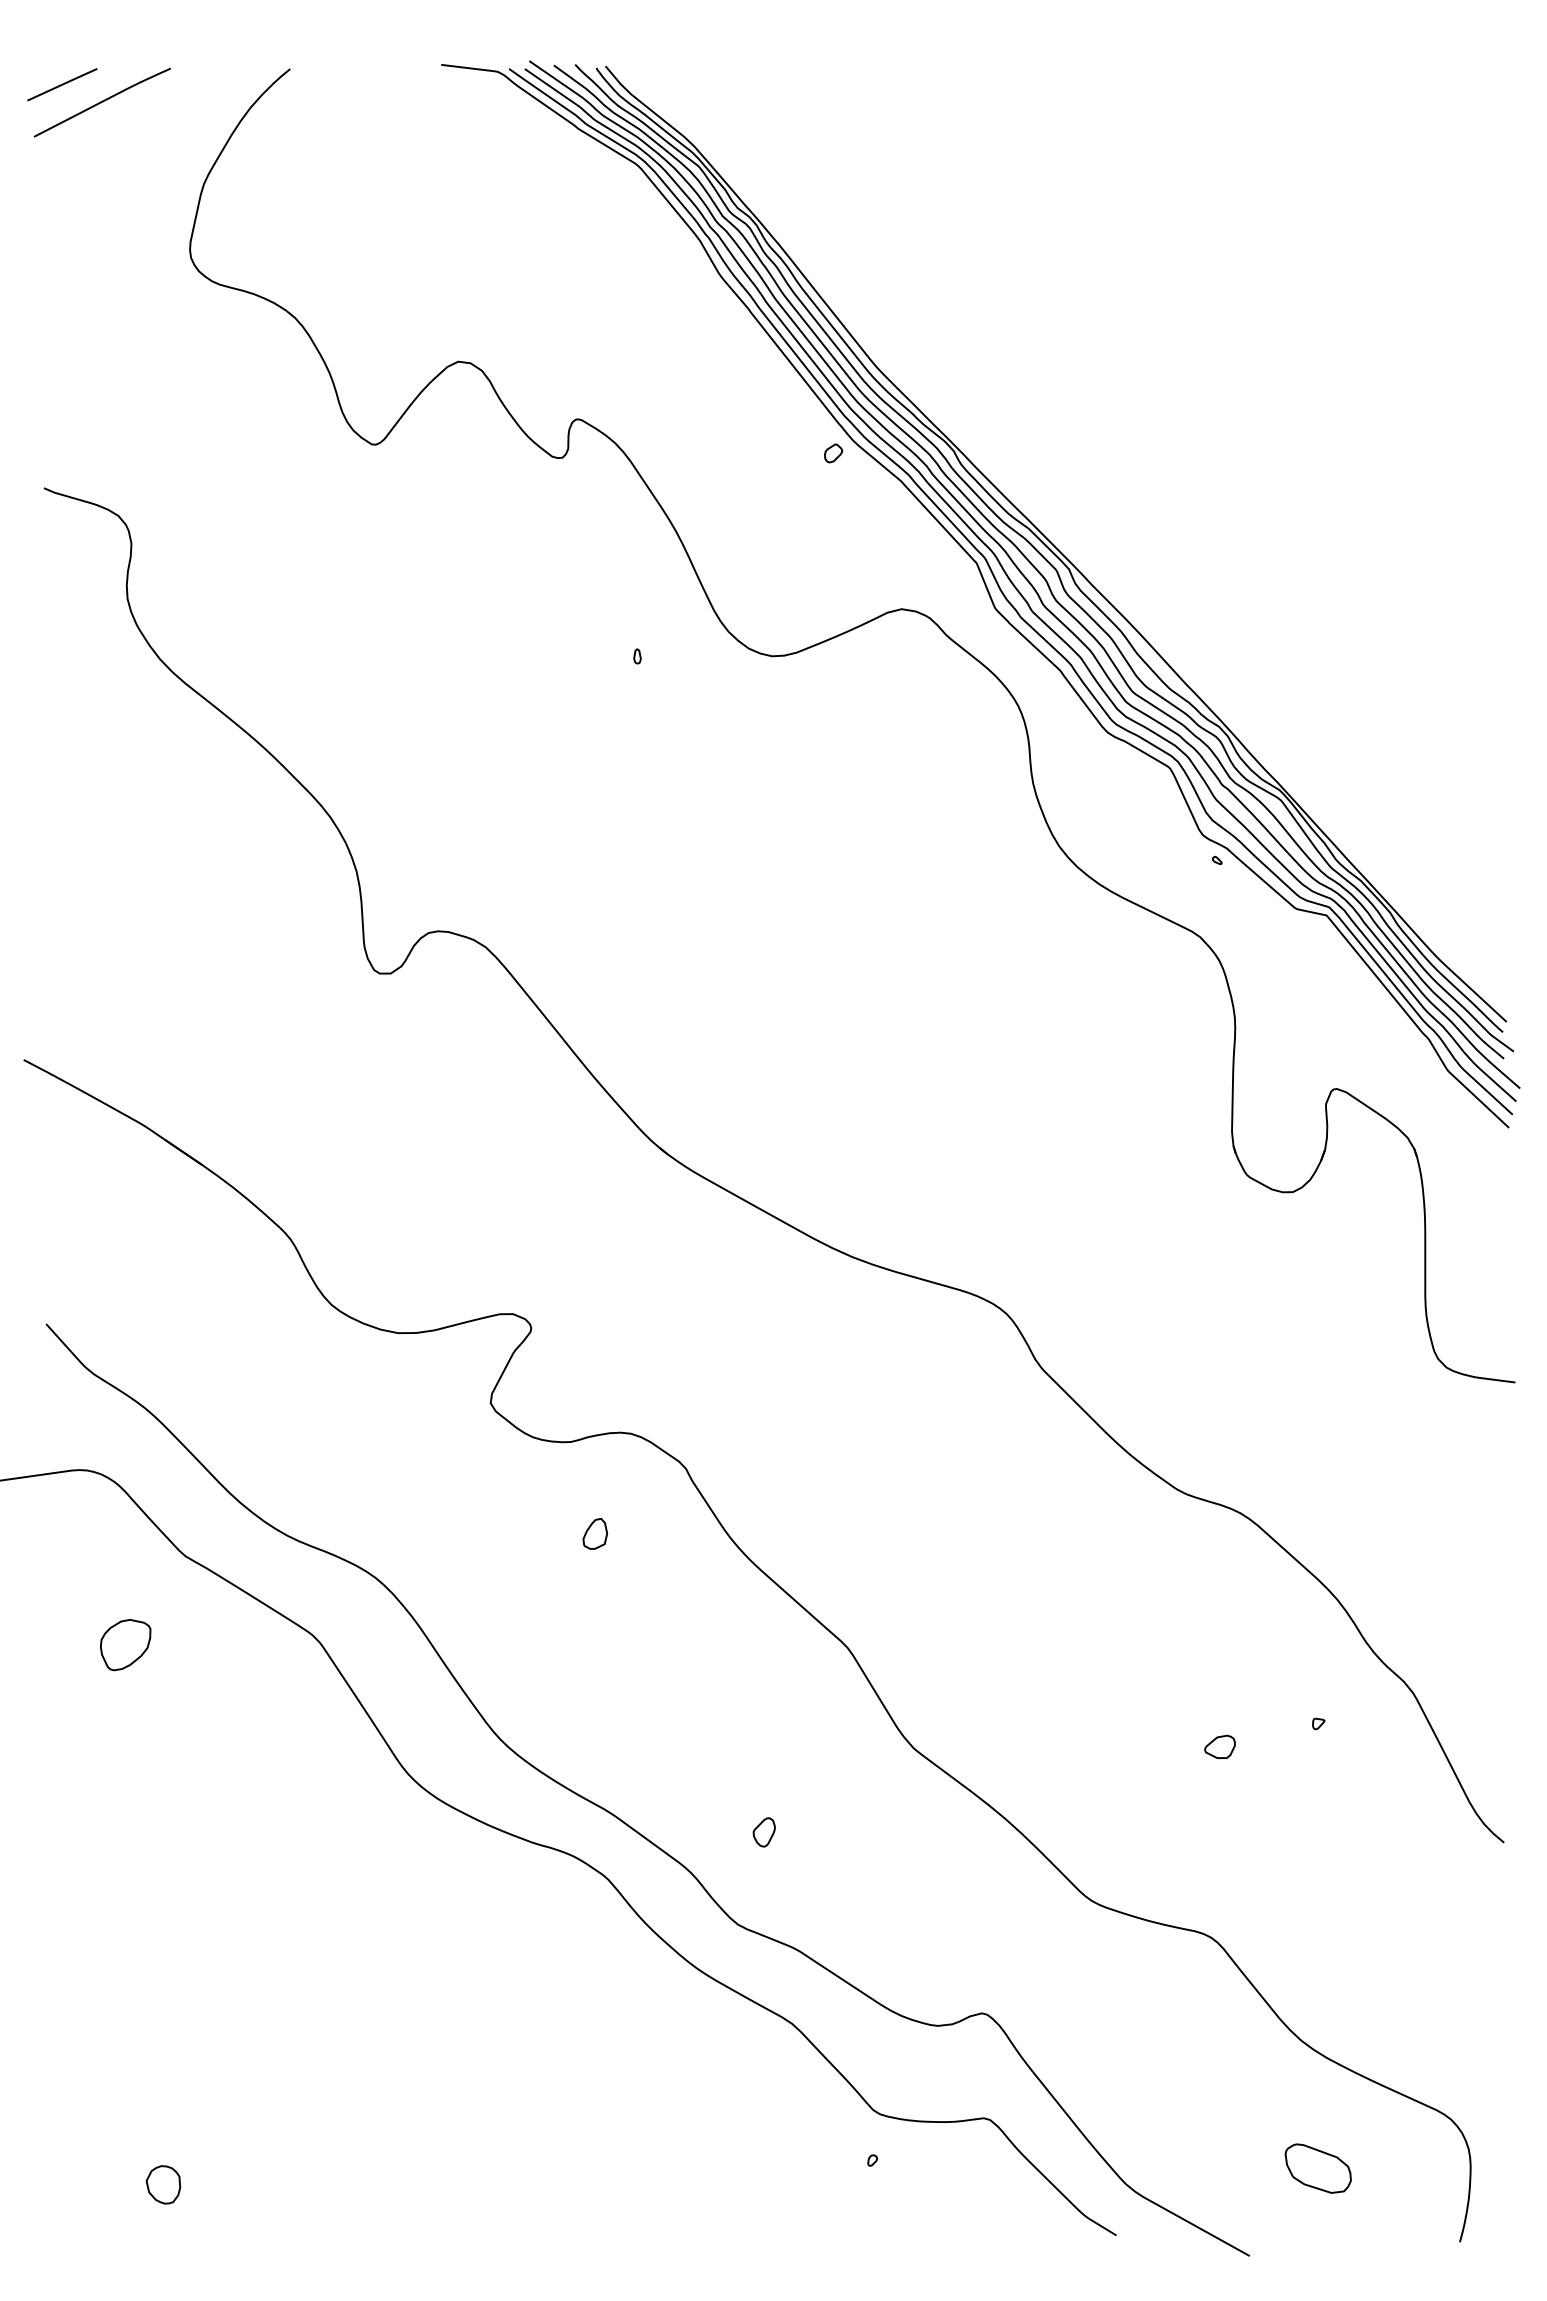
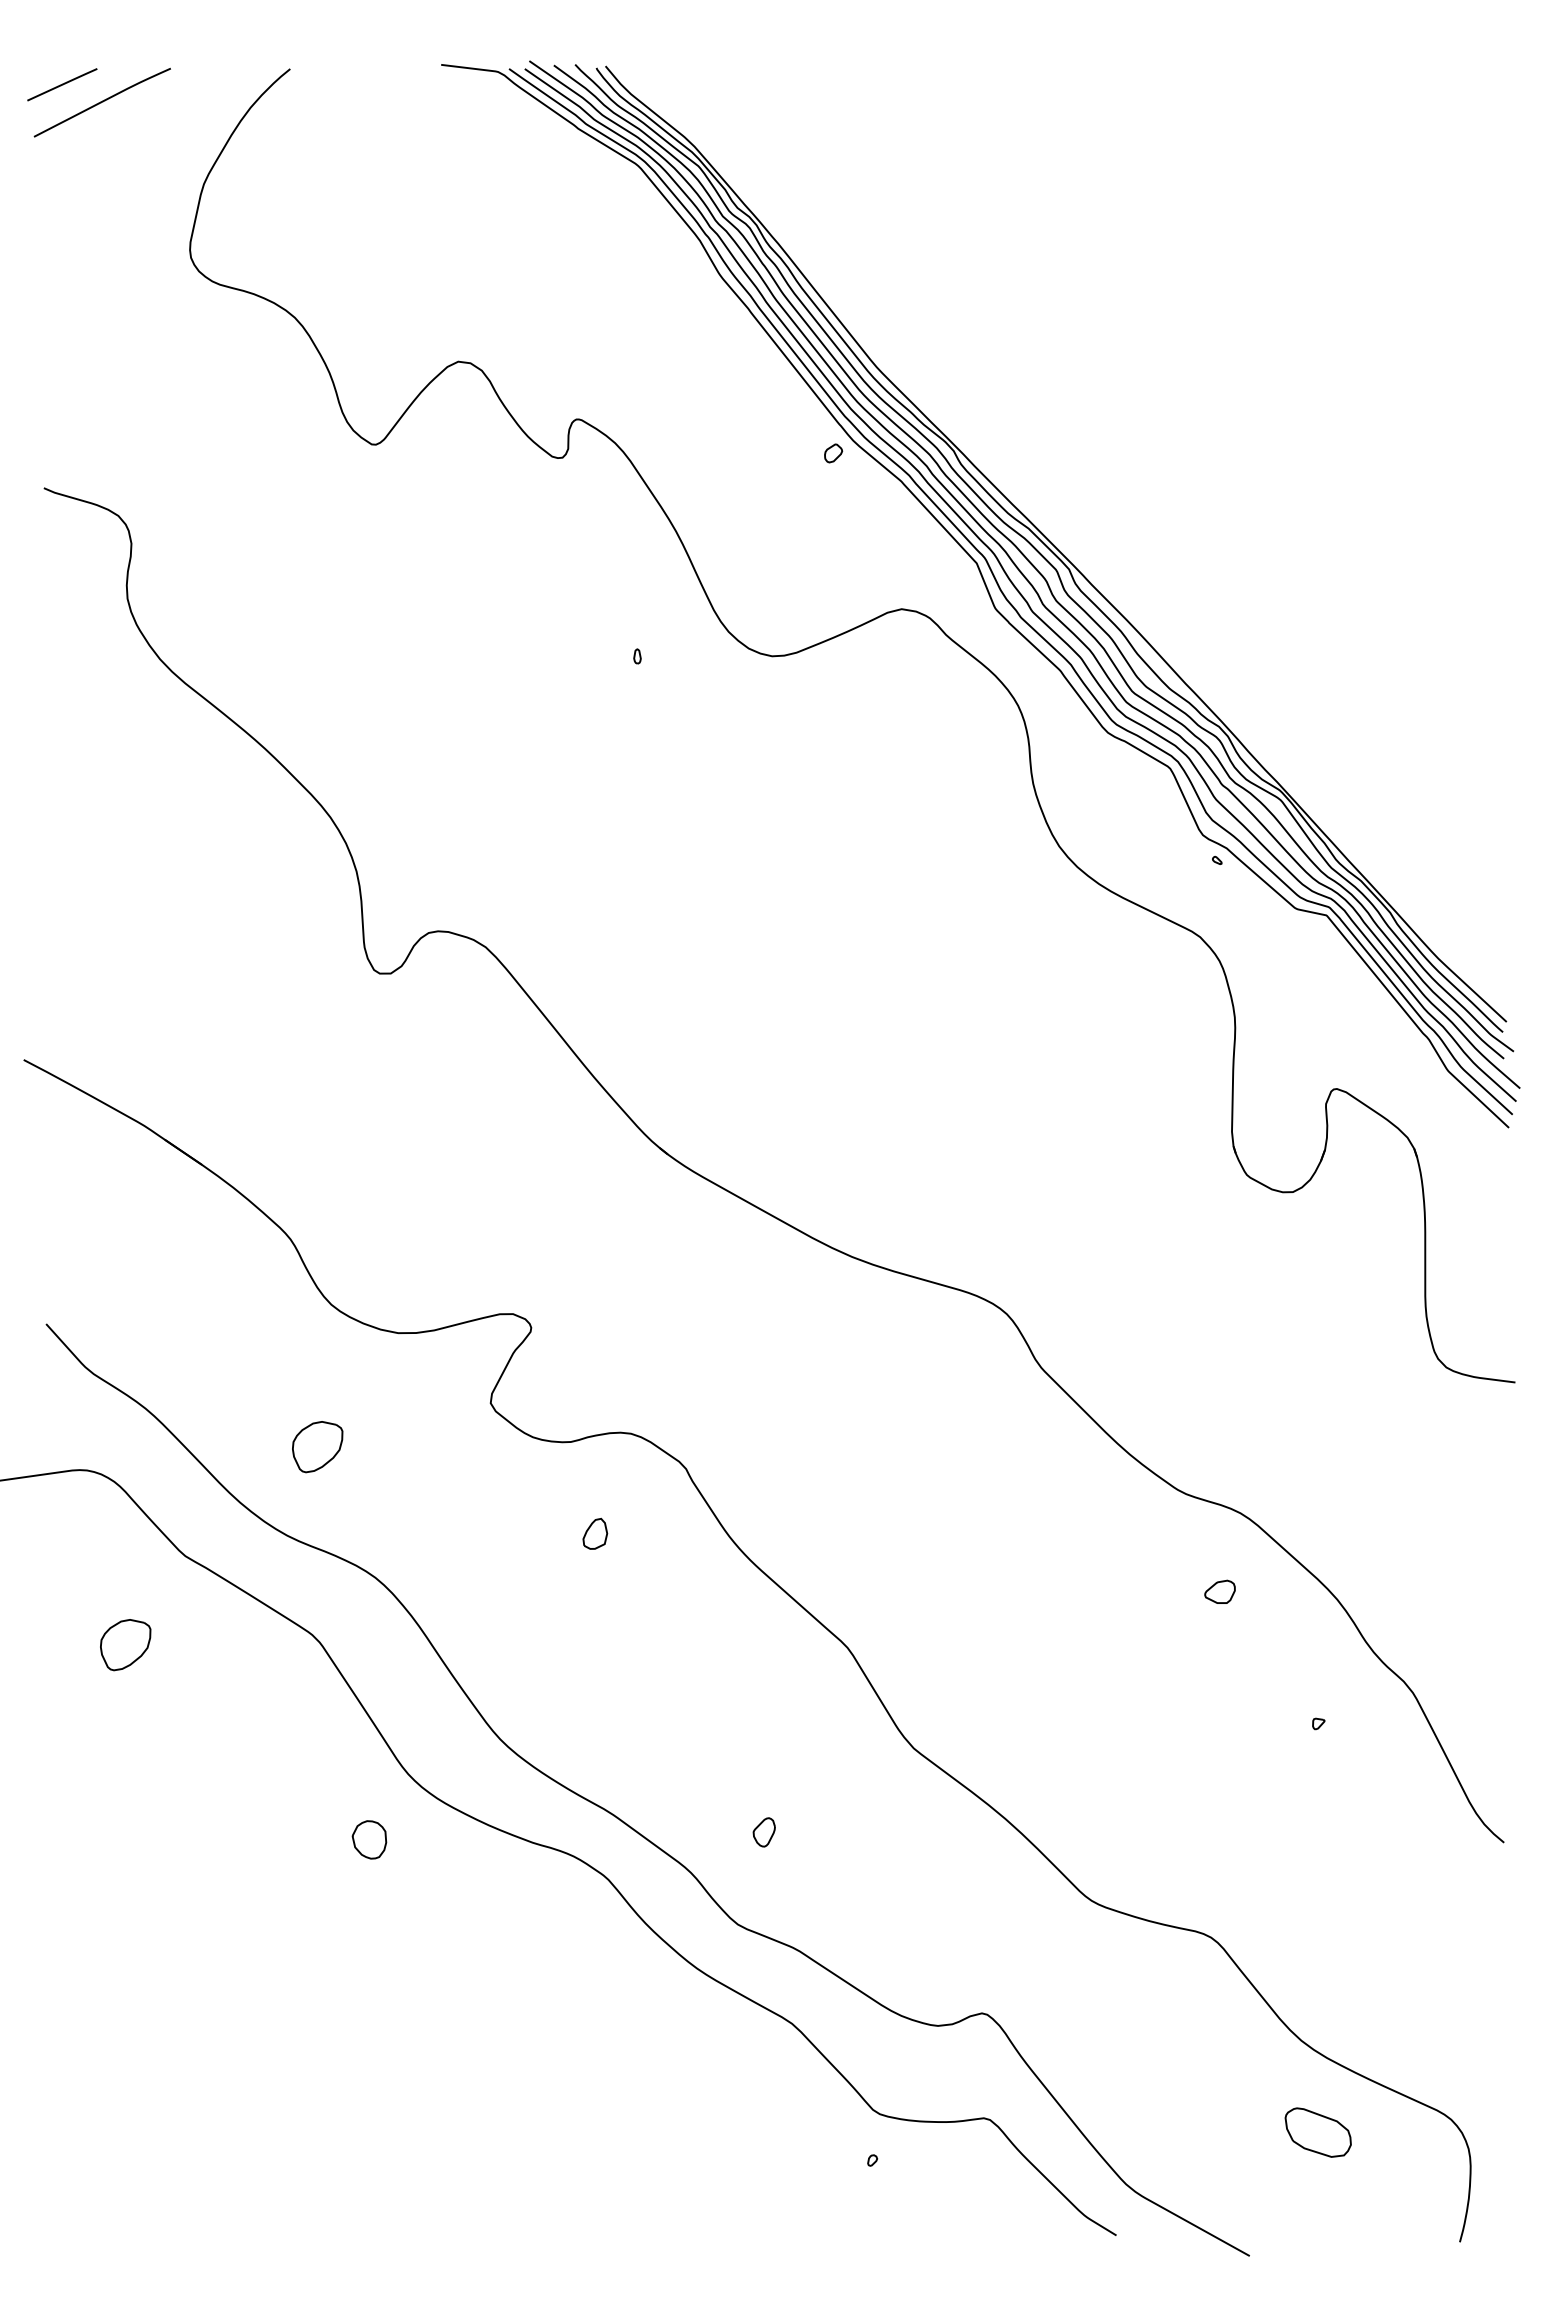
part at (317, 1447): none -> present
part at (1219, 1746) position: (1219, 1746) -> (1219, 1591)
part at (1317, 2168) position: (1317, 2168) -> (1317, 2132)
part at (163, 2184) position: (163, 2184) -> (369, 1839)
